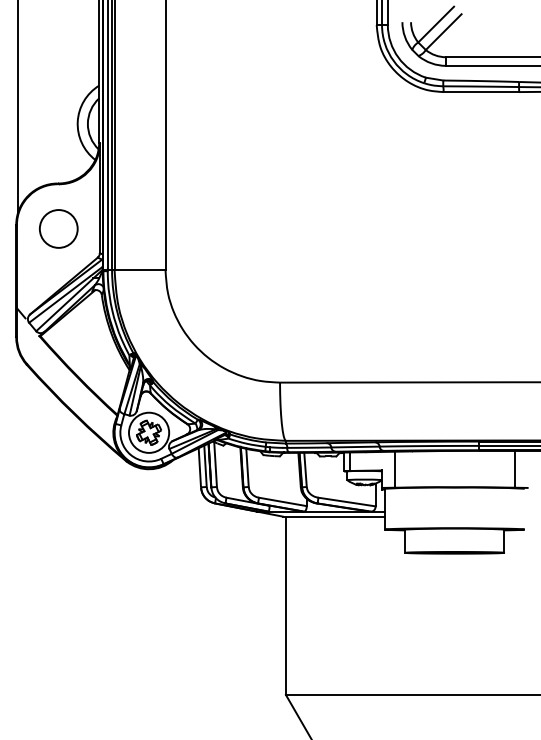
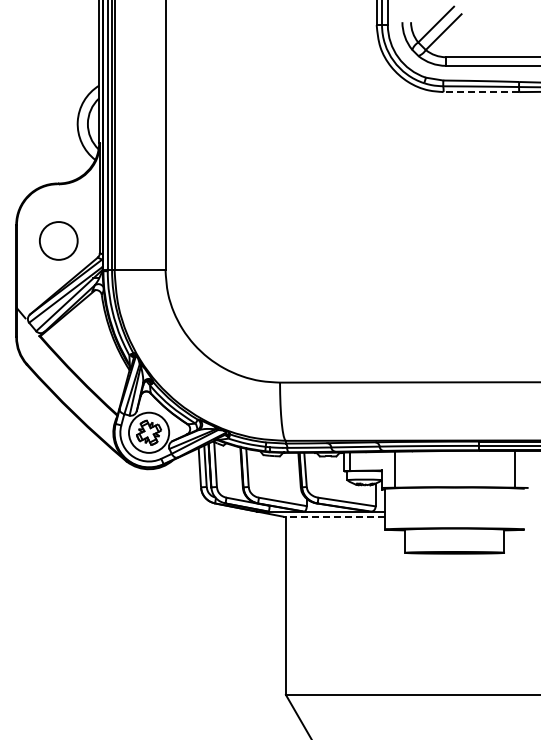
line at (481, 92): solid -> dashed
line at (18, 107): present -> none
circle at (58, 228) position: (58, 228) -> (58, 240)
line at (333, 516): solid -> dashed
